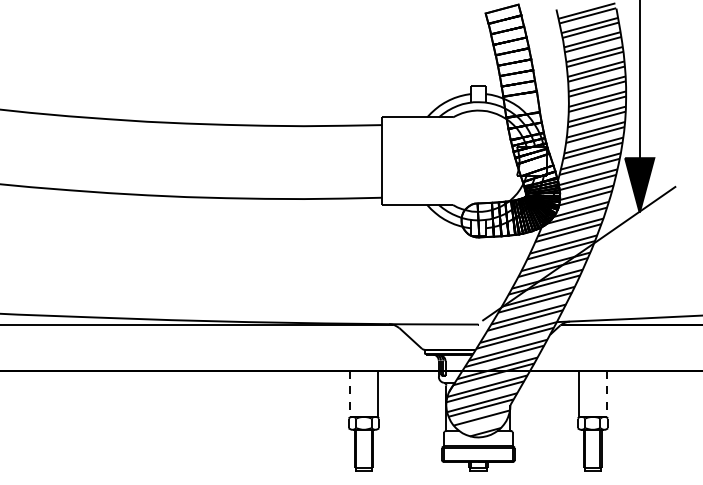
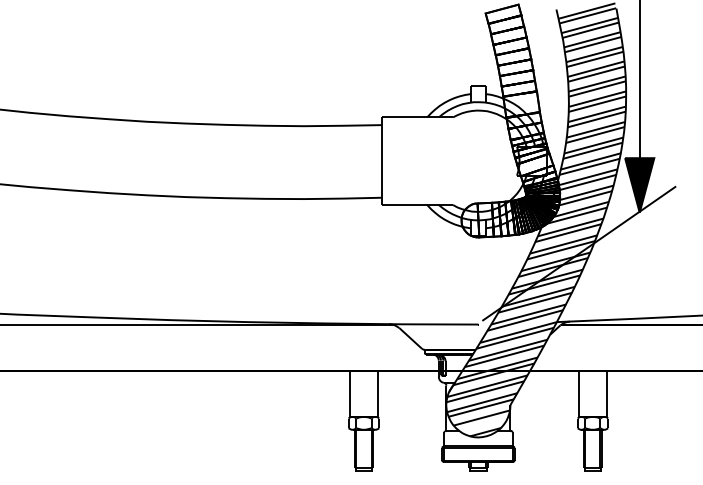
line at (350, 393): dashed -> solid
line at (606, 393): dashed -> solid
